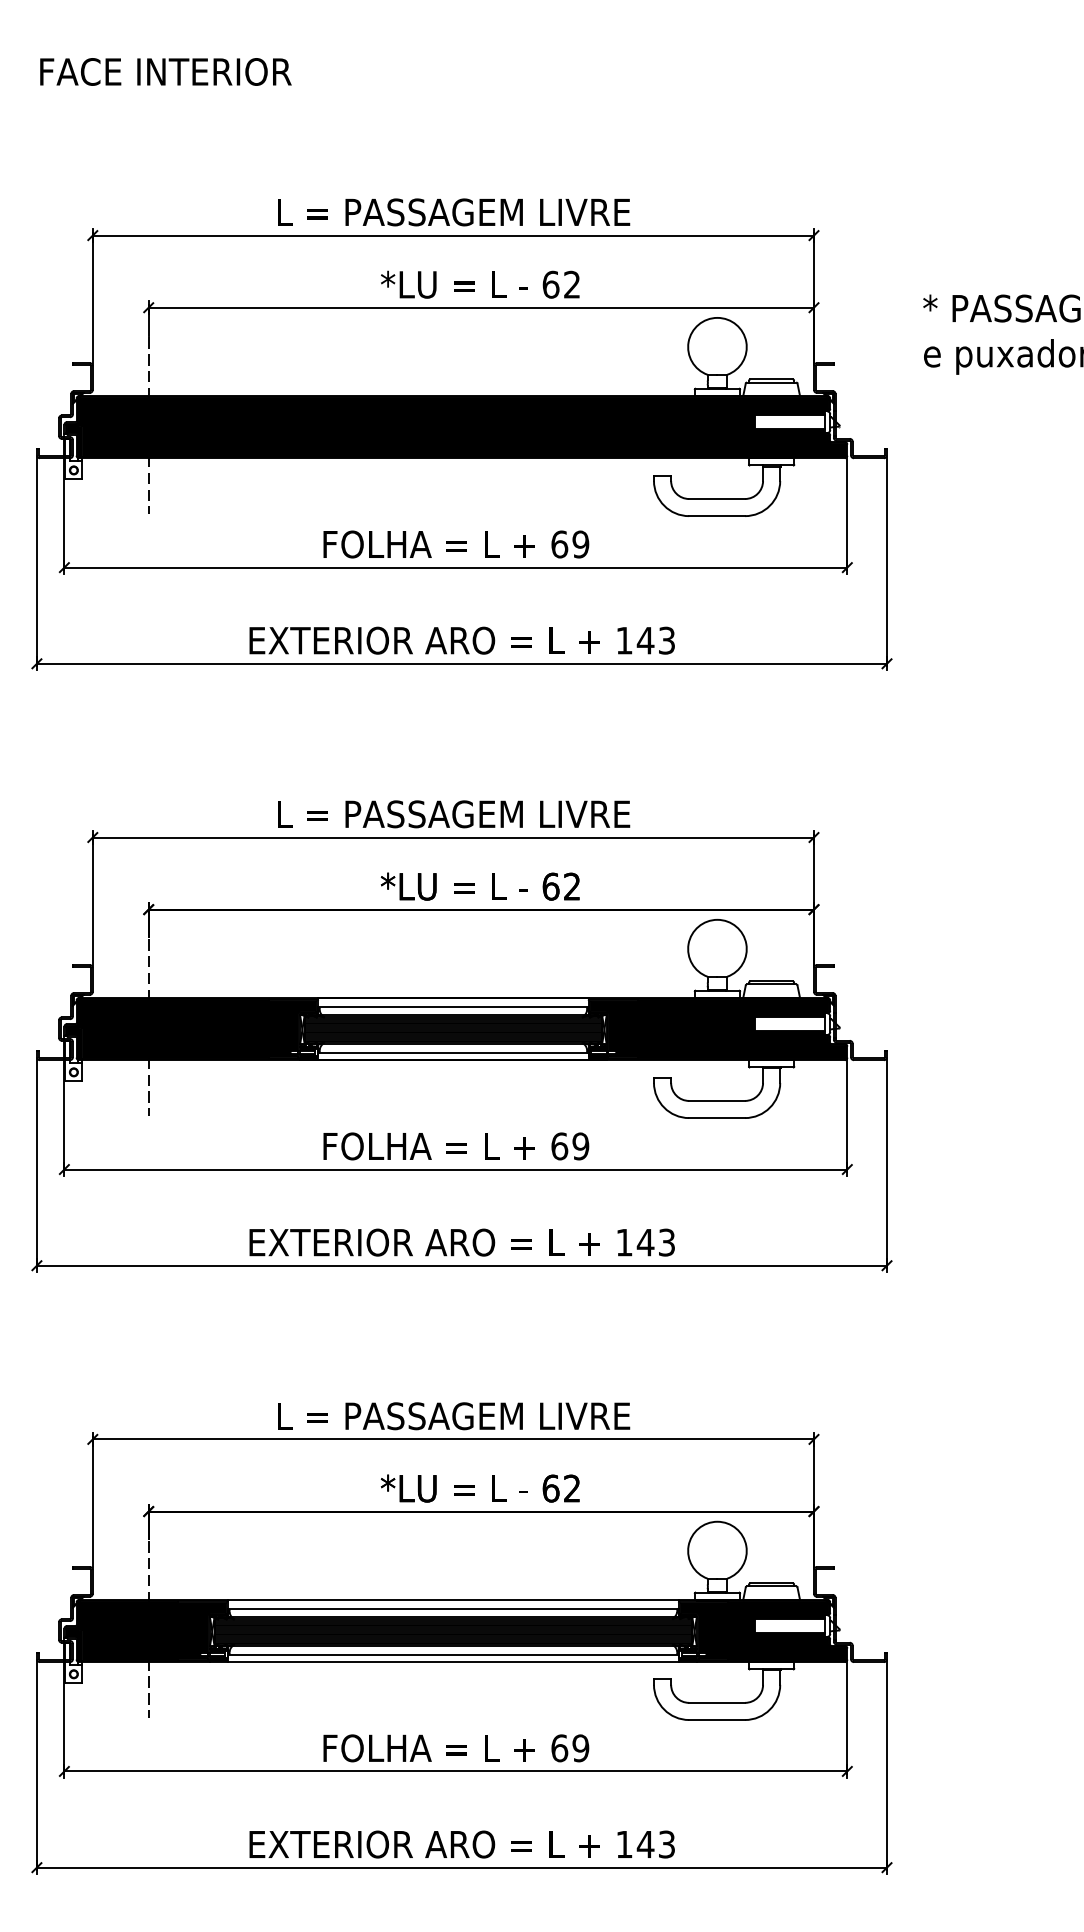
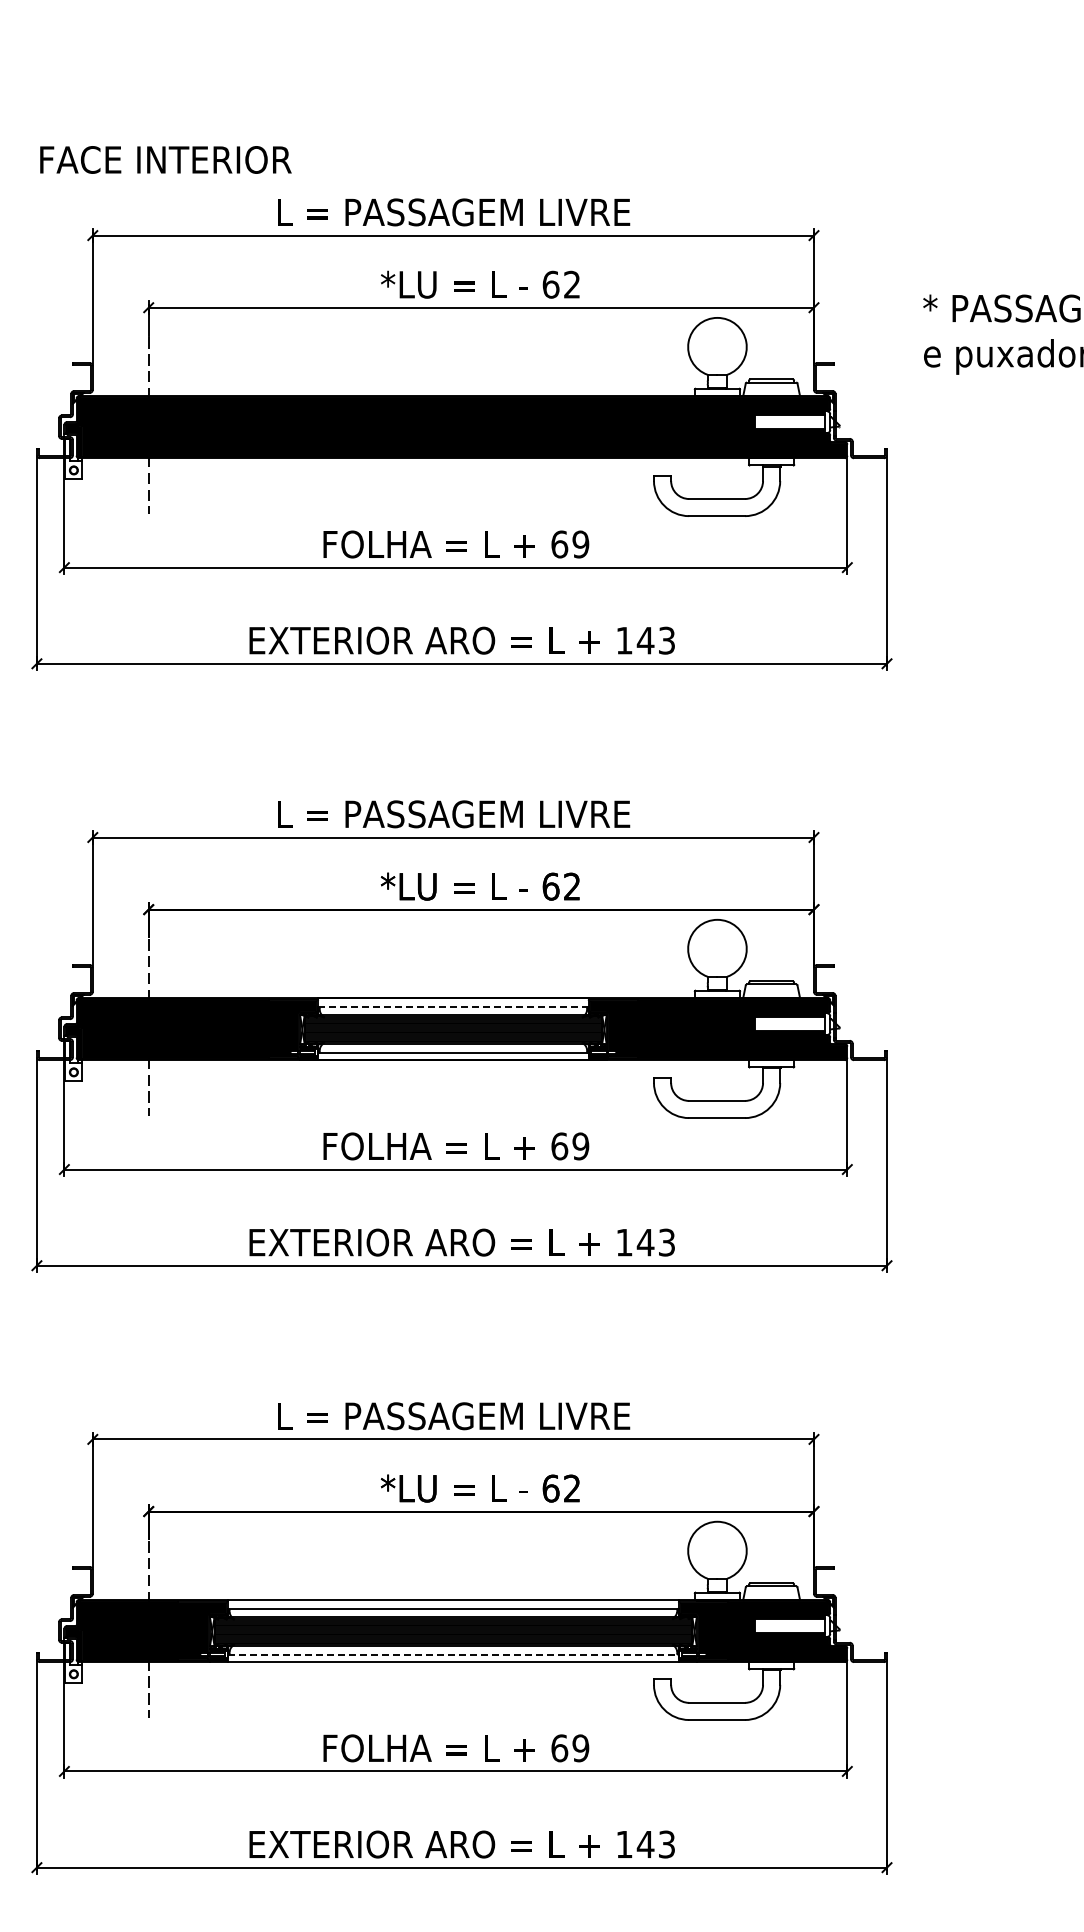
text at (165, 71) position: (165, 71) -> (165, 159)
line at (452, 1006): solid -> dashed
line at (453, 1655): solid -> dashed
